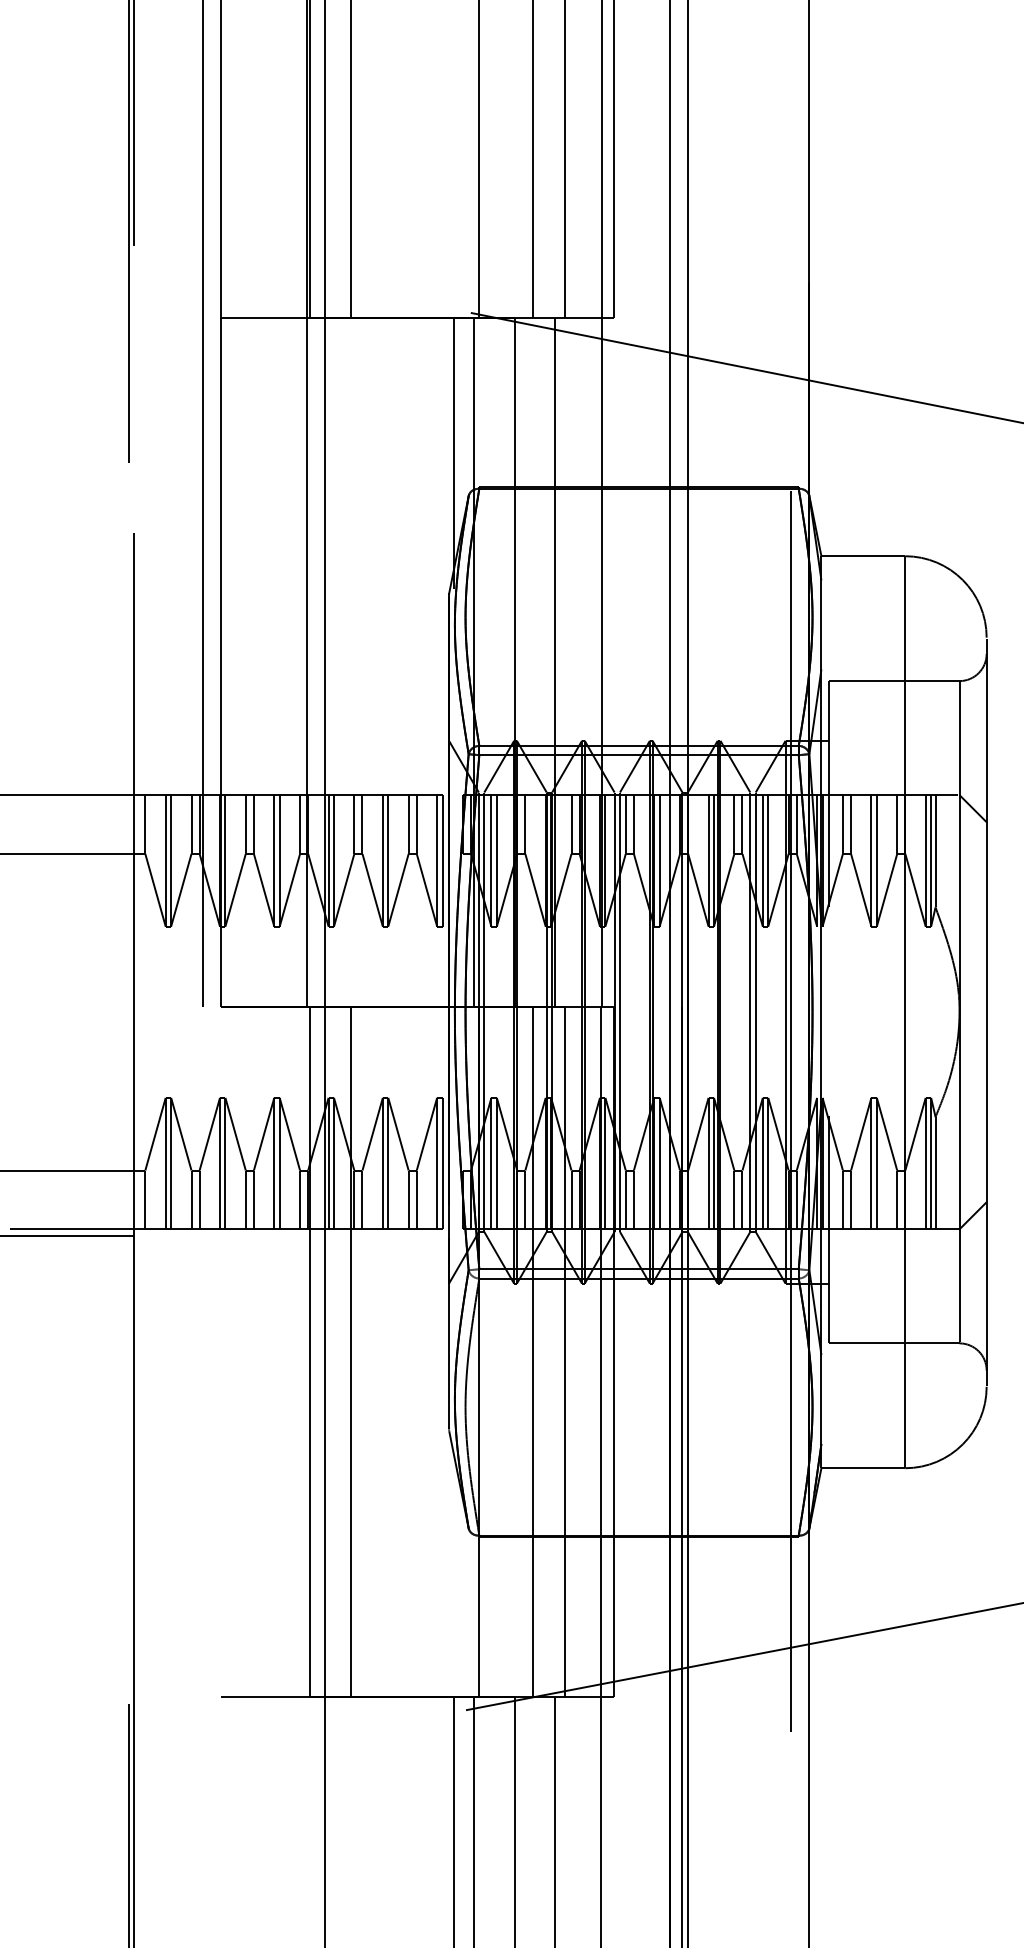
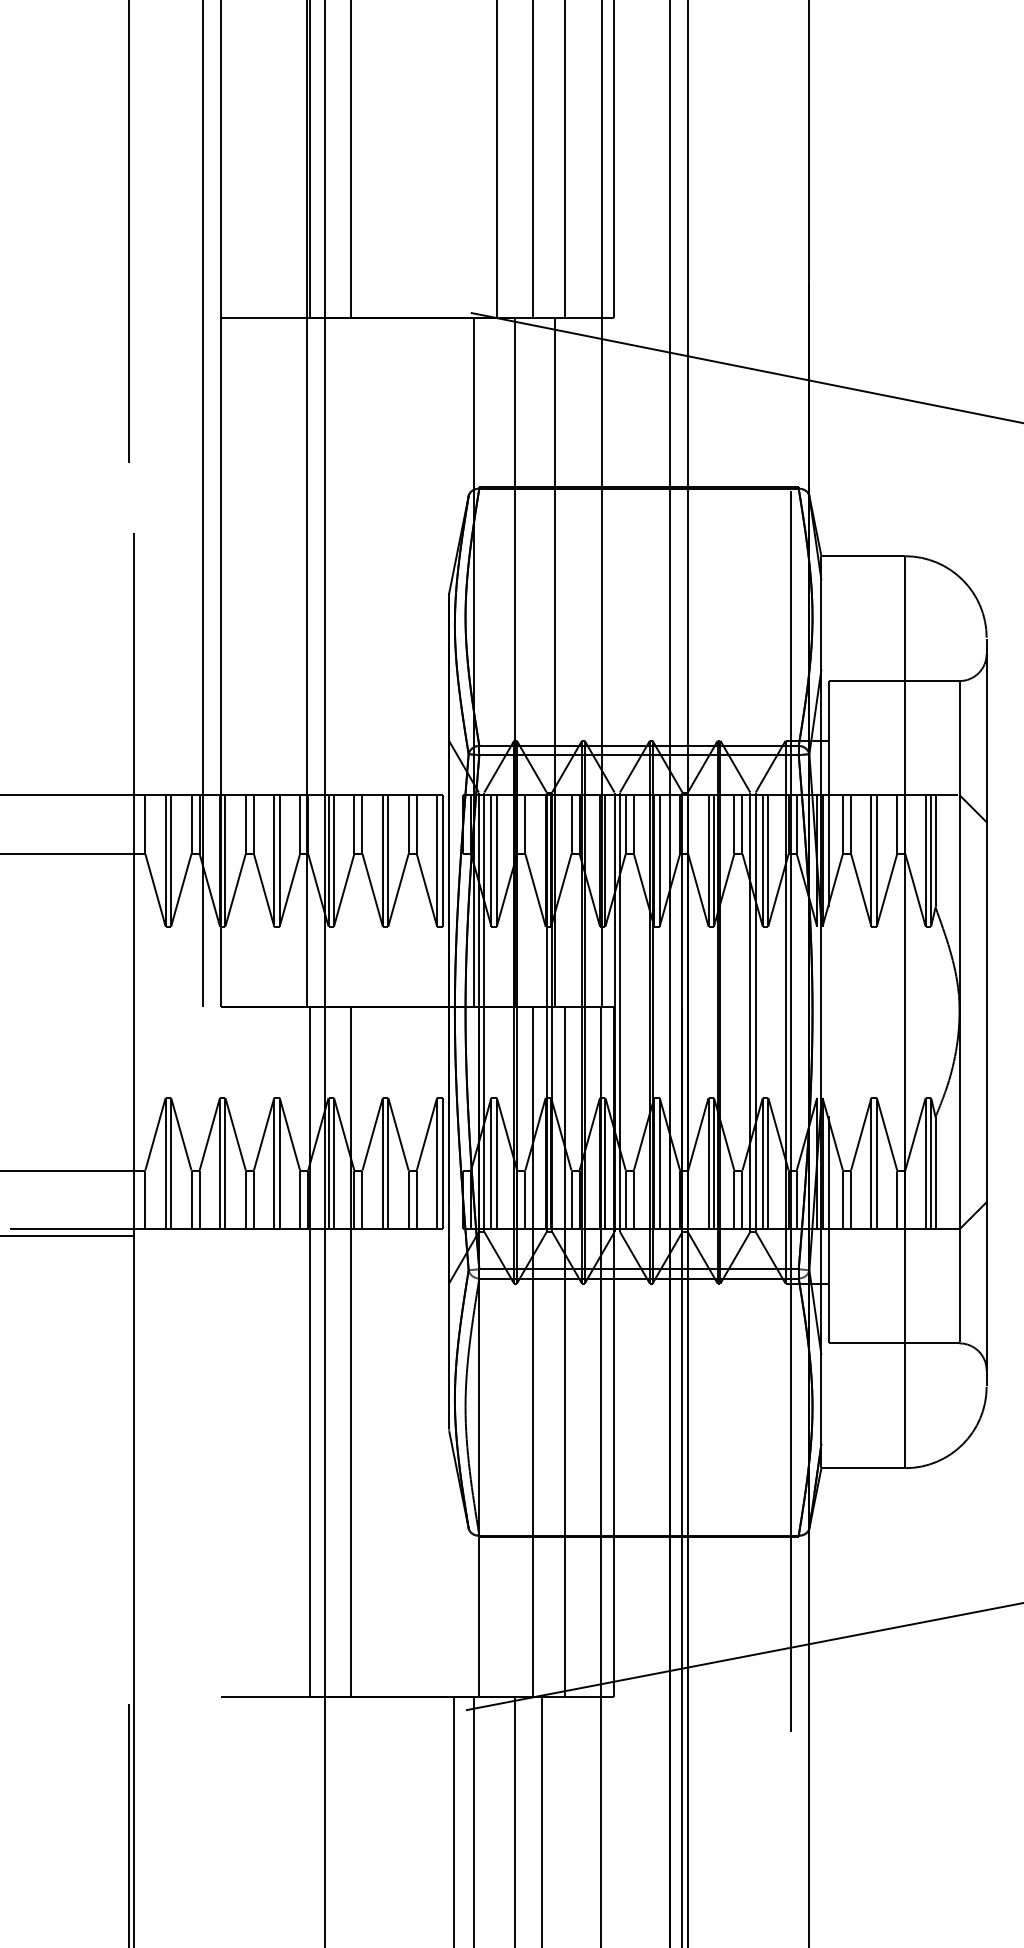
line at (134, 123): present -> none
line at (479, 159) position: (479, 159) -> (497, 159)
line at (453, 452): present -> none
line at (554, 1820) position: (554, 1820) -> (541, 1820)
